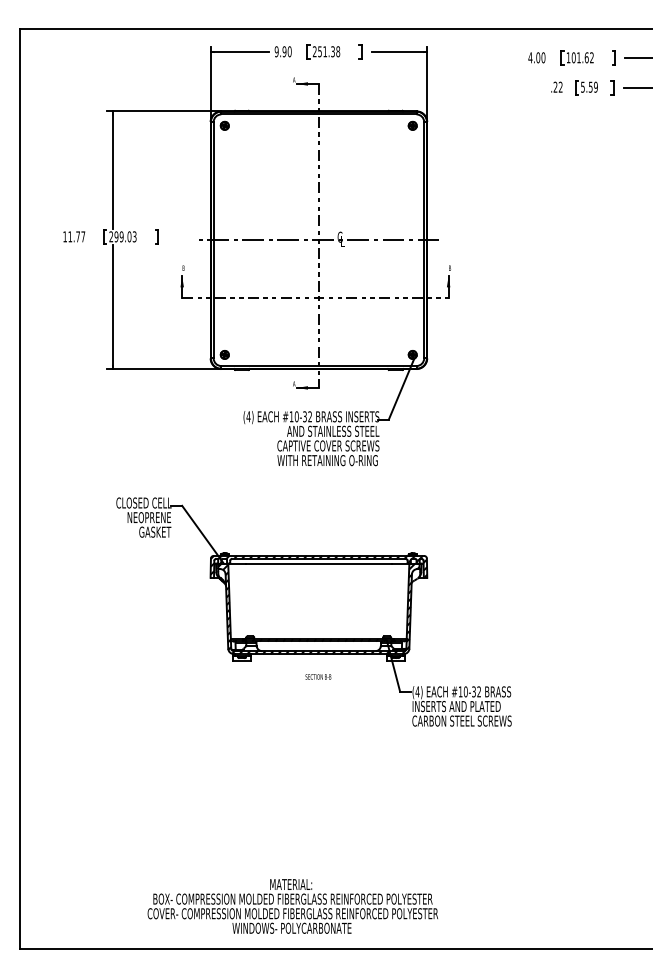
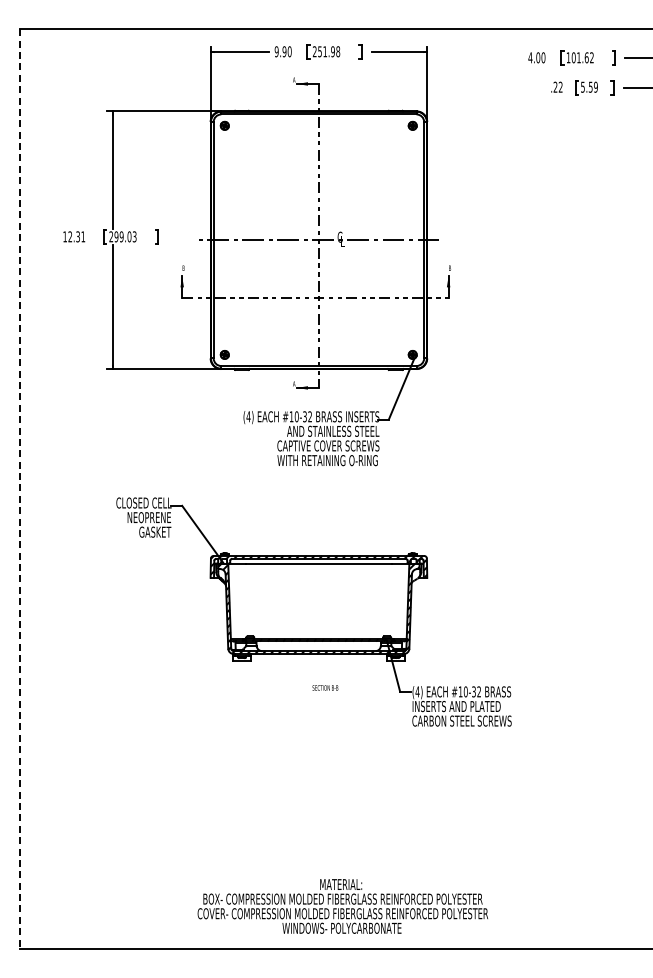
text at (332, 51): 251.38 -> 251.98
text at (76, 236): 11.77 -> 12.31
line at (19, 489): solid -> dashed
text at (318, 676) position: (318, 676) -> (325, 687)
text at (292, 906) position: (292, 906) -> (342, 906)
